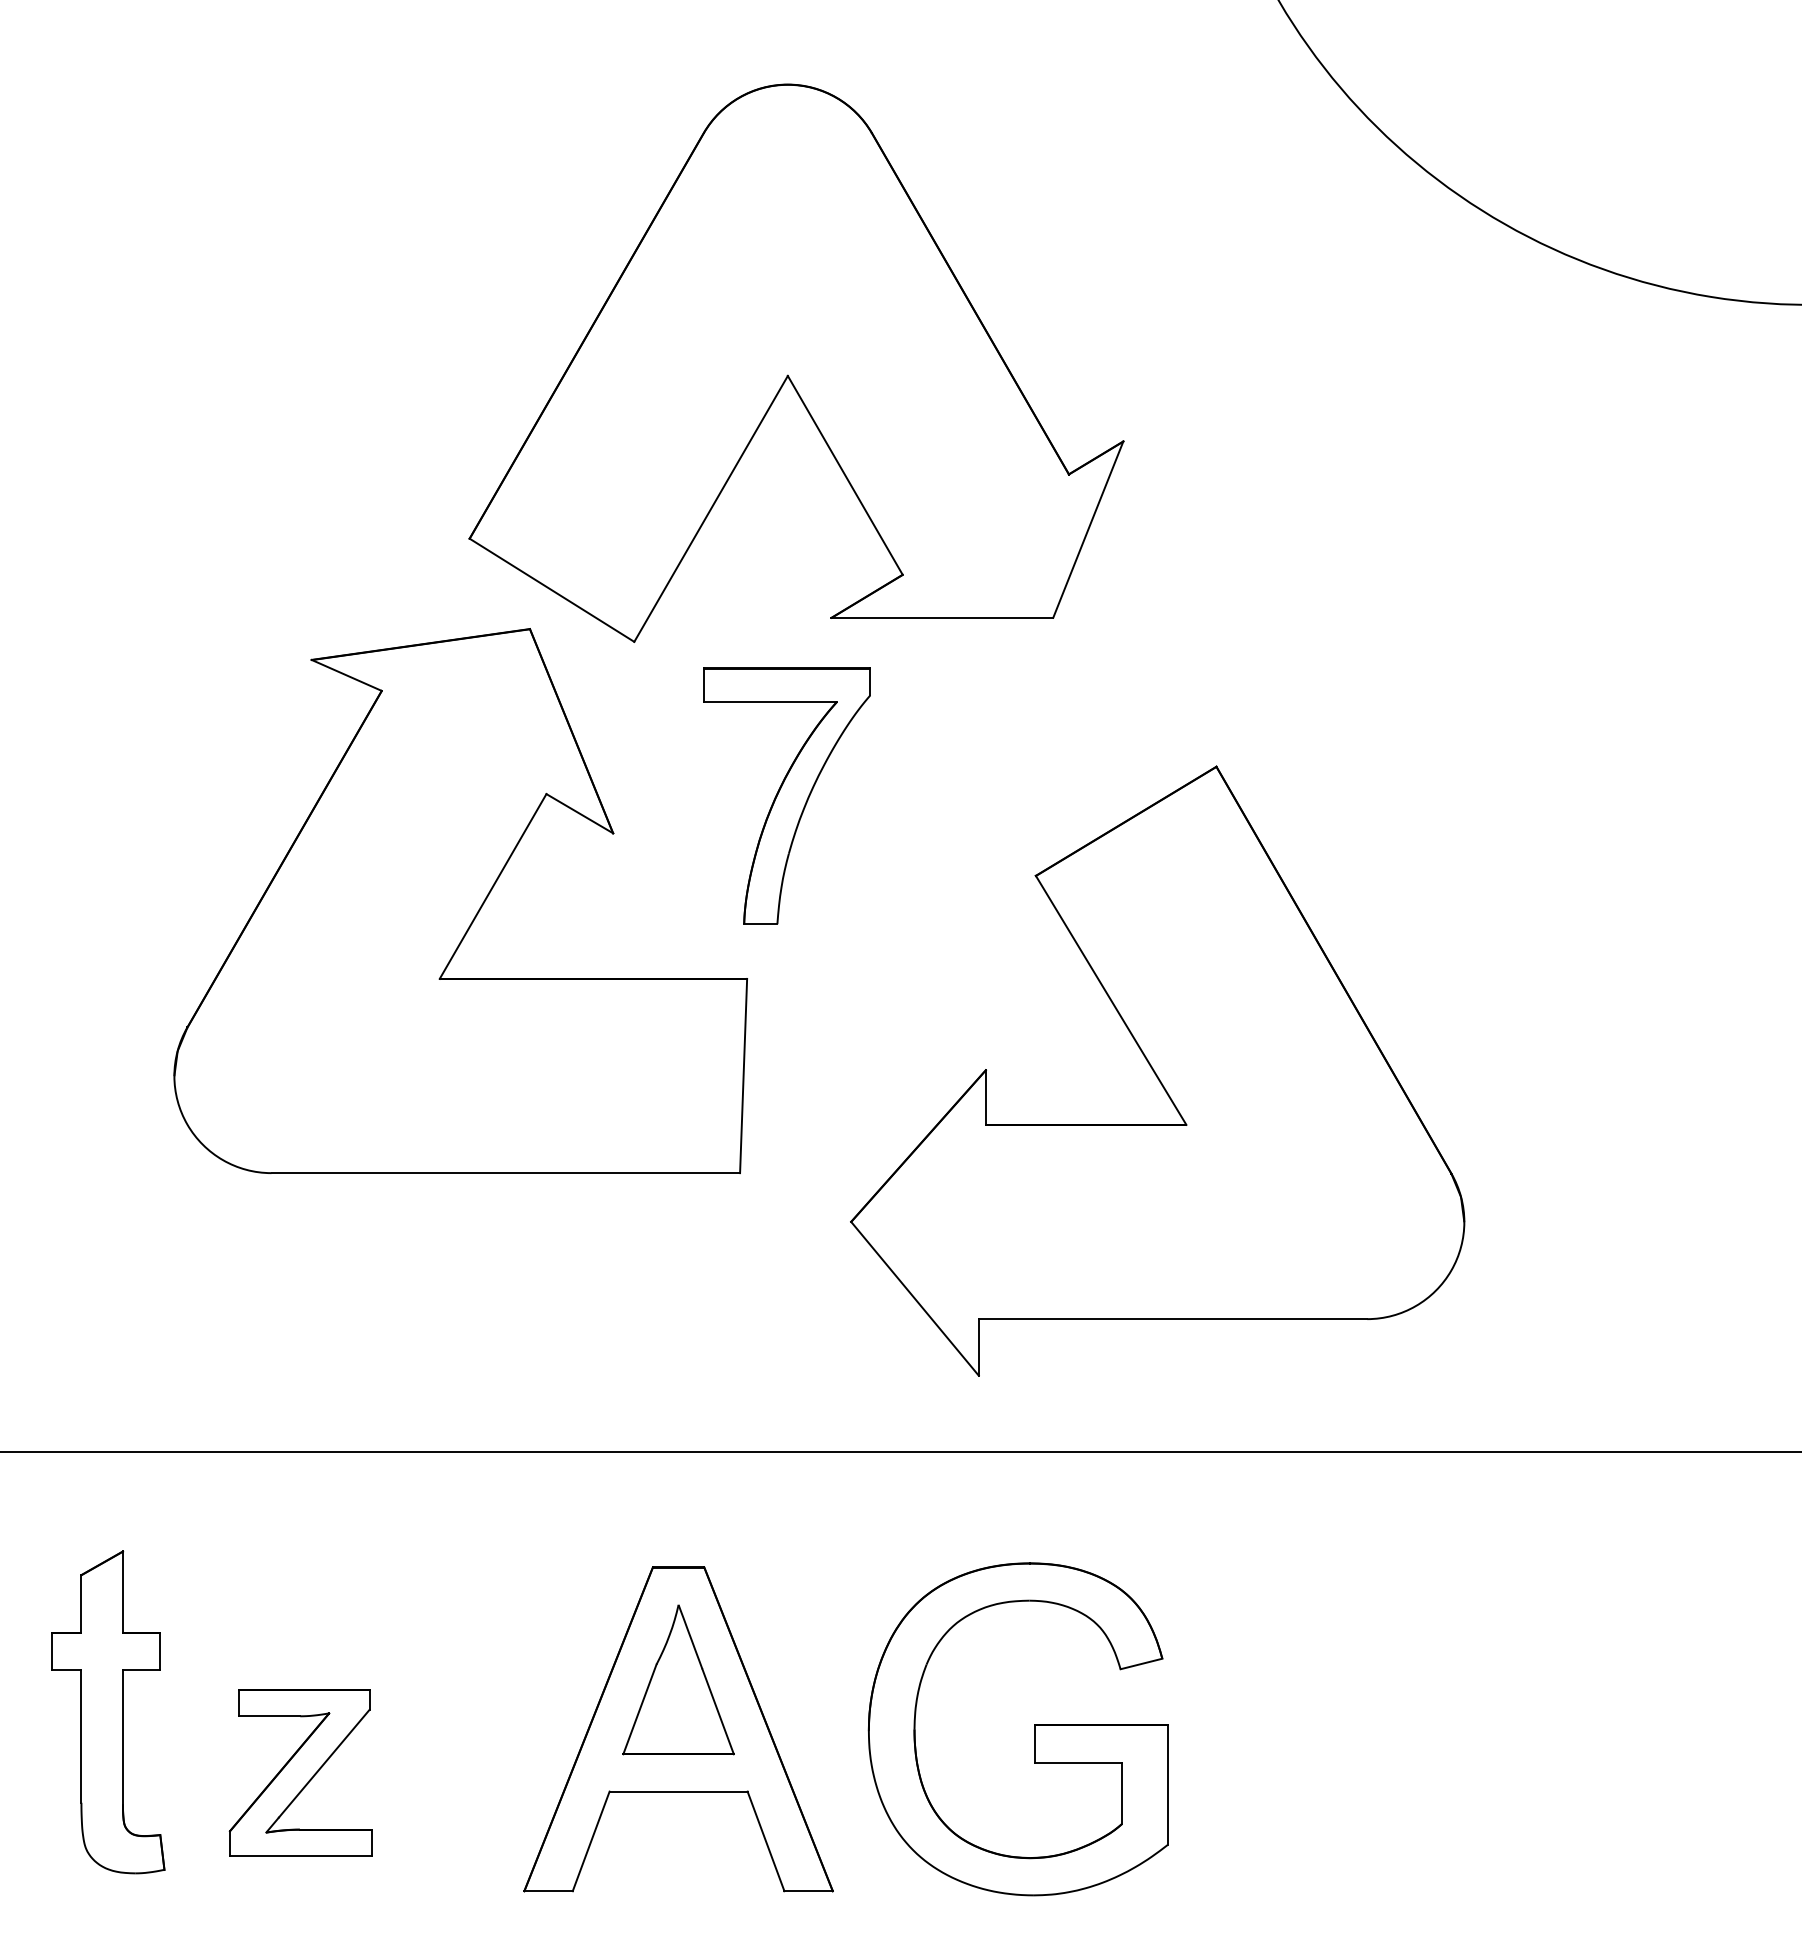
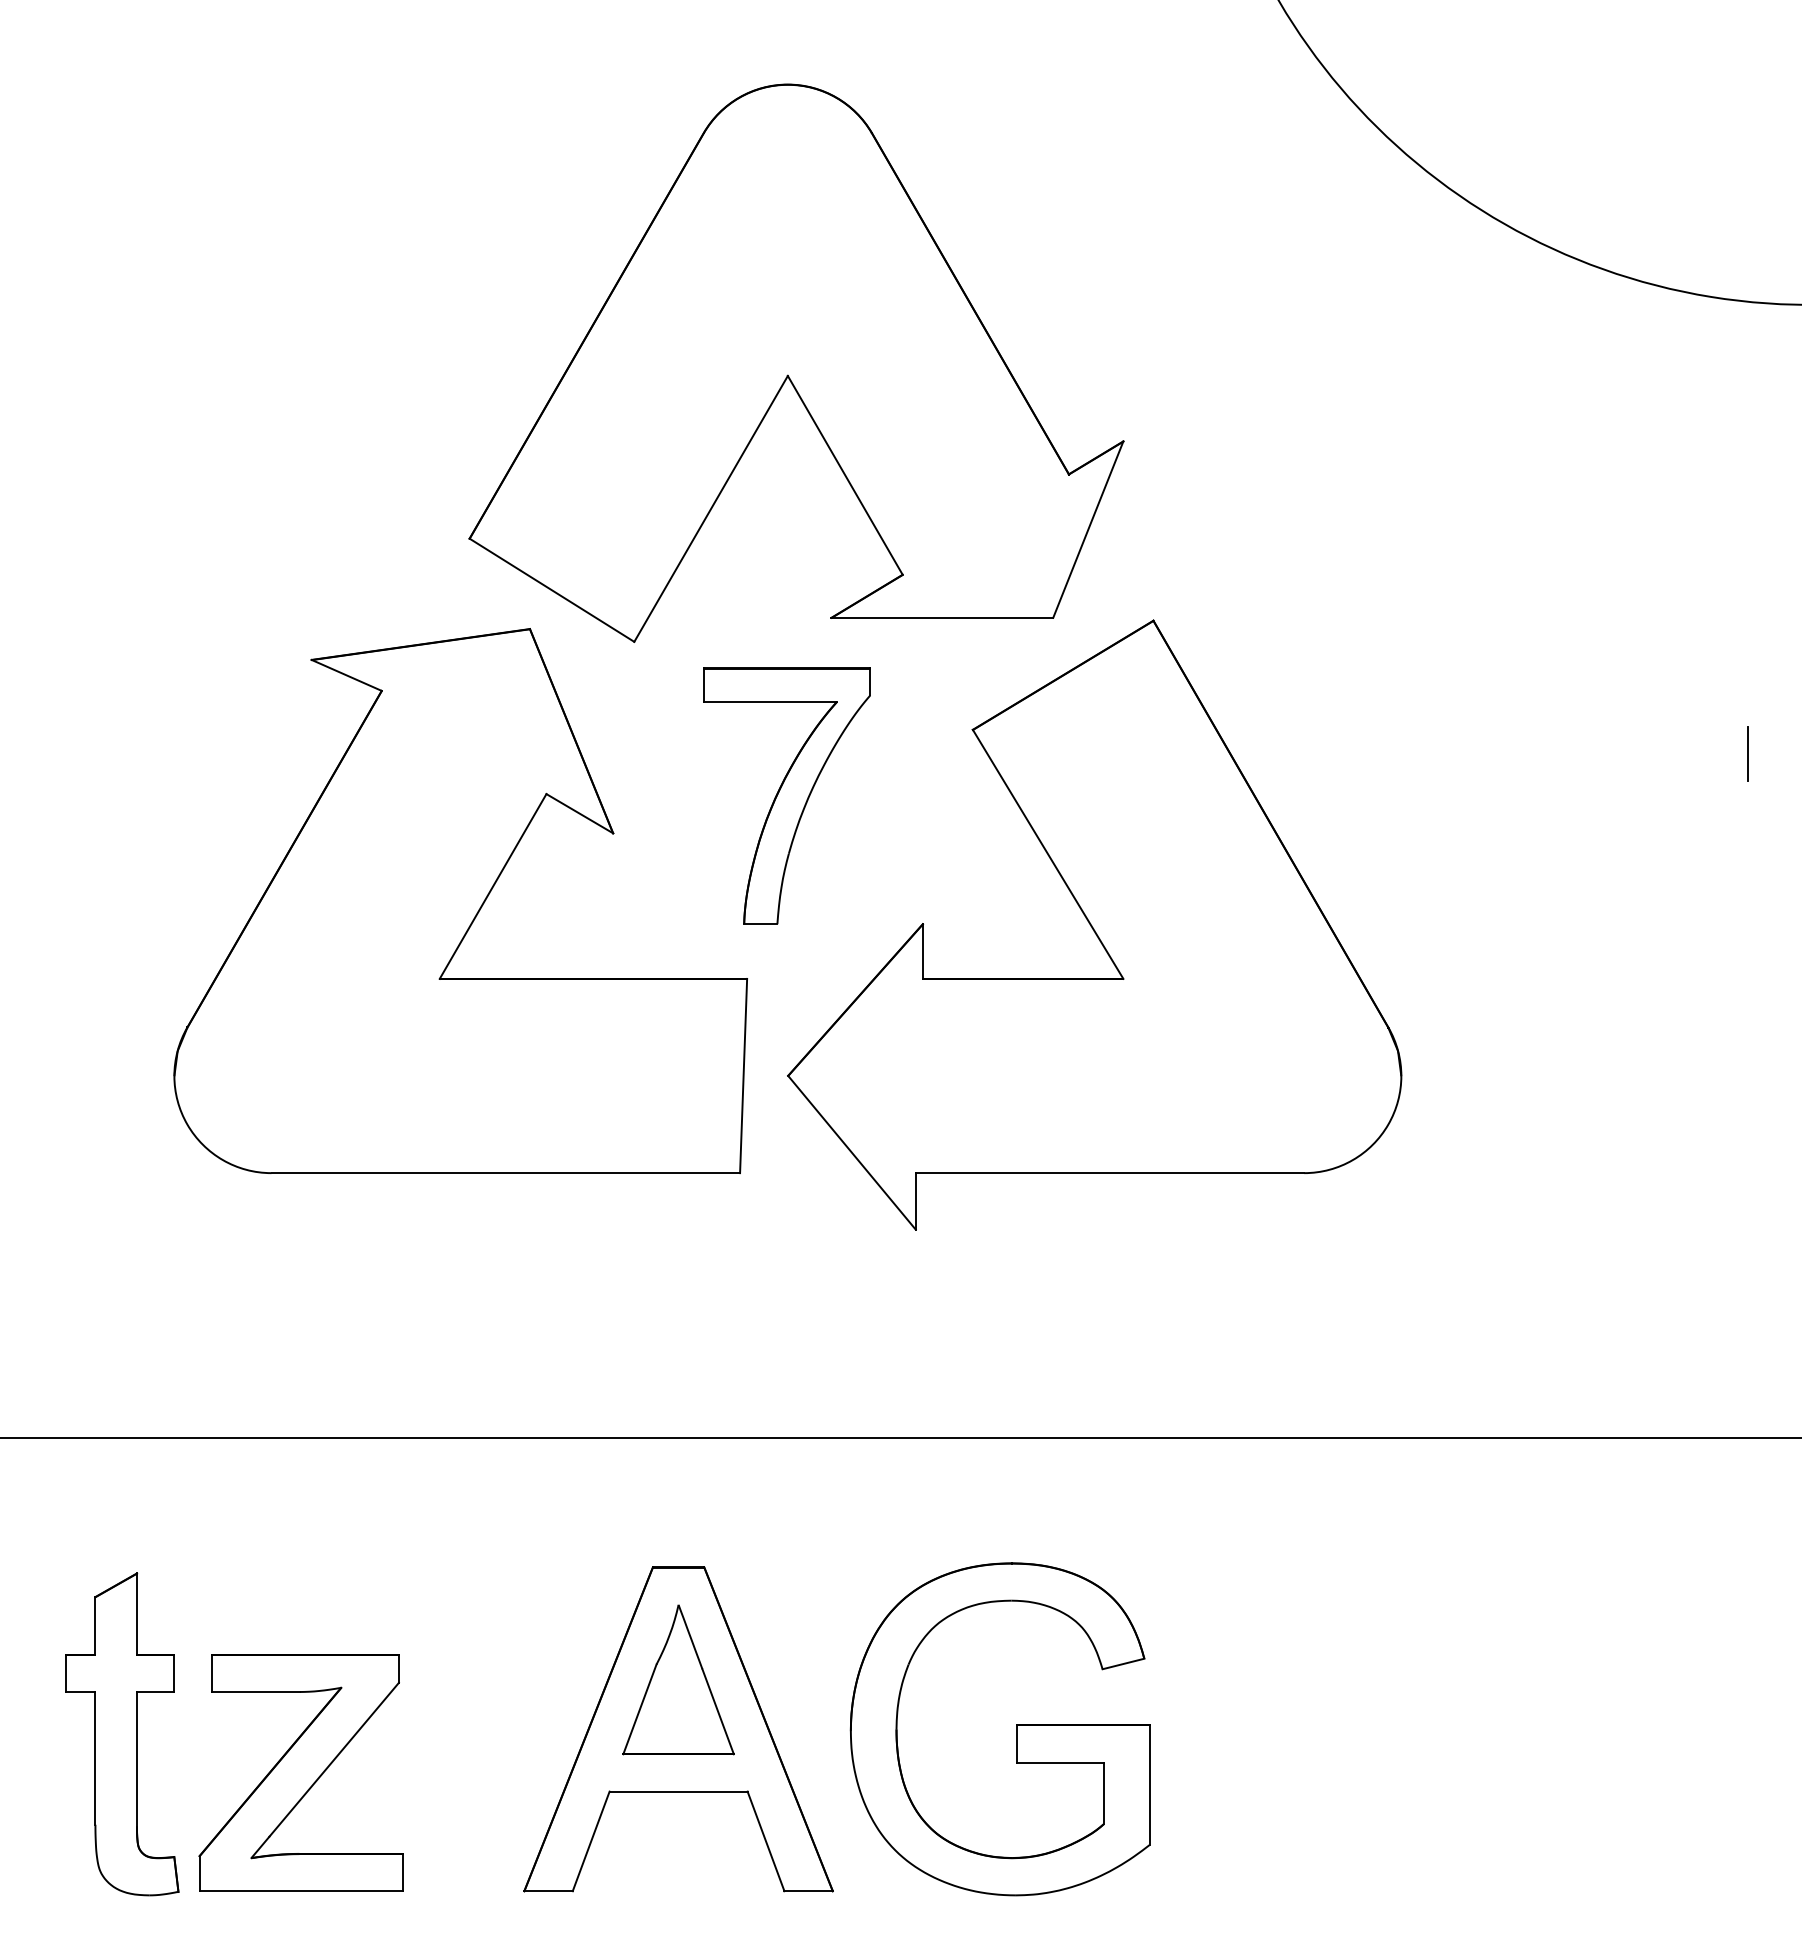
line at (1748, 753): none -> present
part at (1157, 1070) position: (1157, 1070) -> (1094, 924)
line at (900, 1451) position: (900, 1451) -> (900, 1437)
part at (108, 1712) position: (108, 1712) -> (122, 1734)
part at (1034, 1729) position: (1034, 1729) -> (1016, 1729)
part at (300, 1772) size: 145x168 px -> 206x238 px
